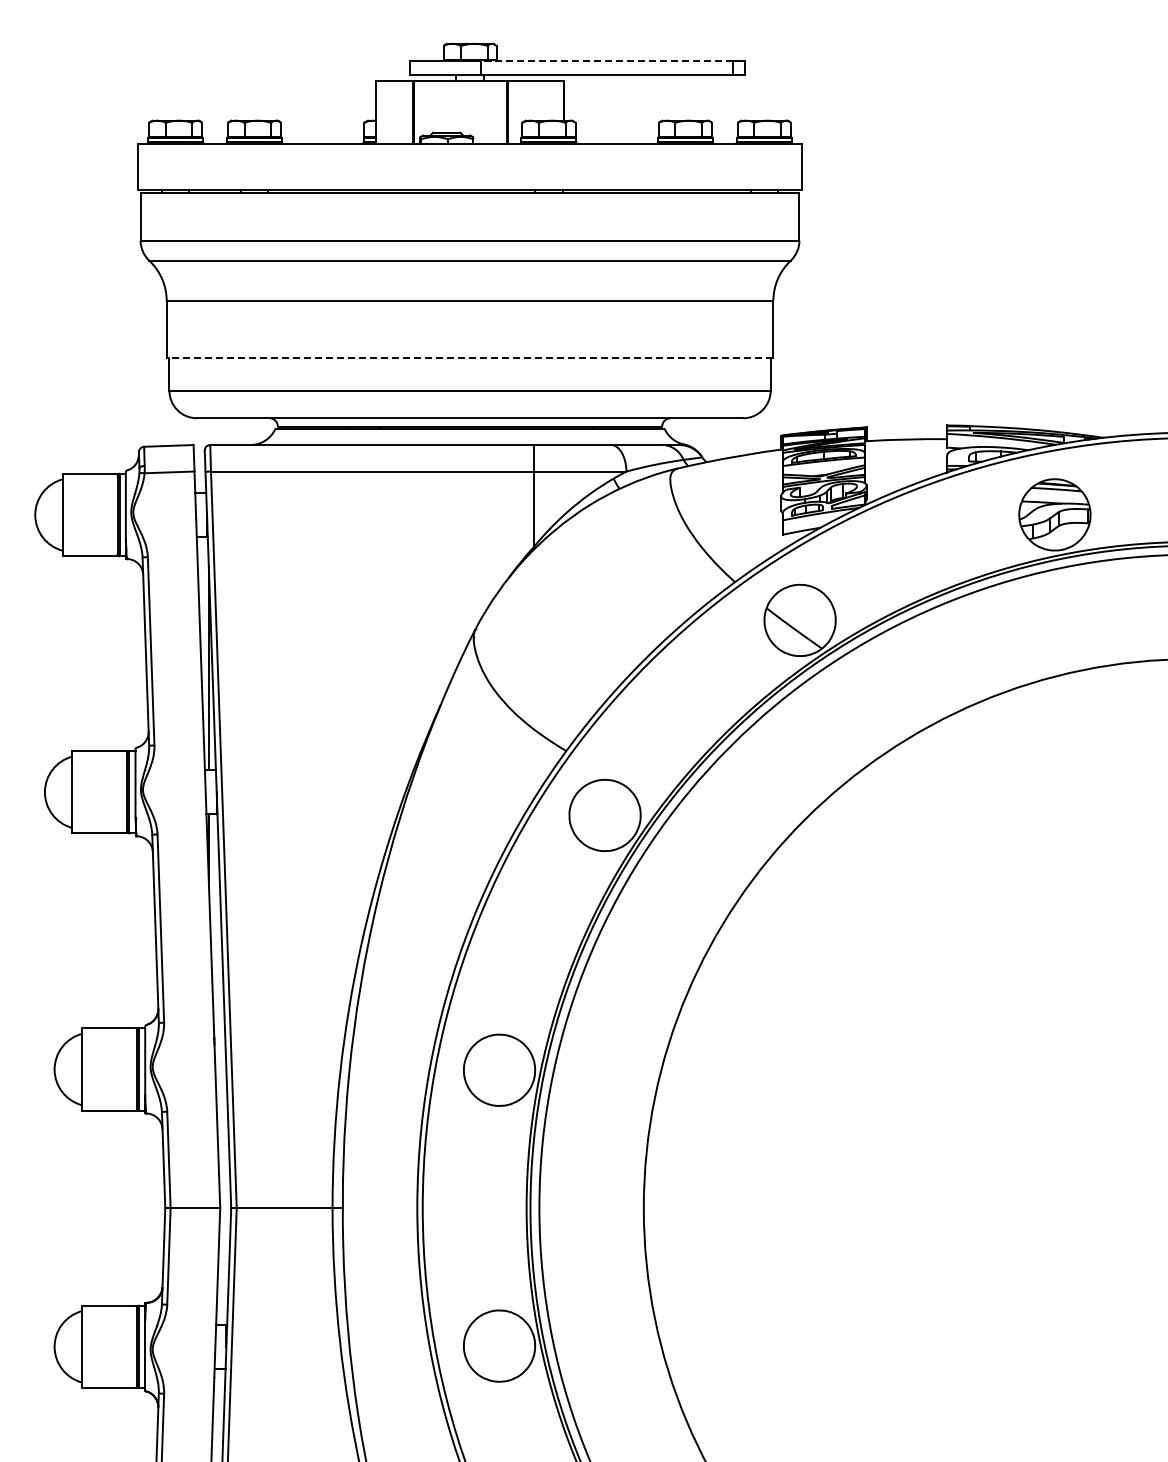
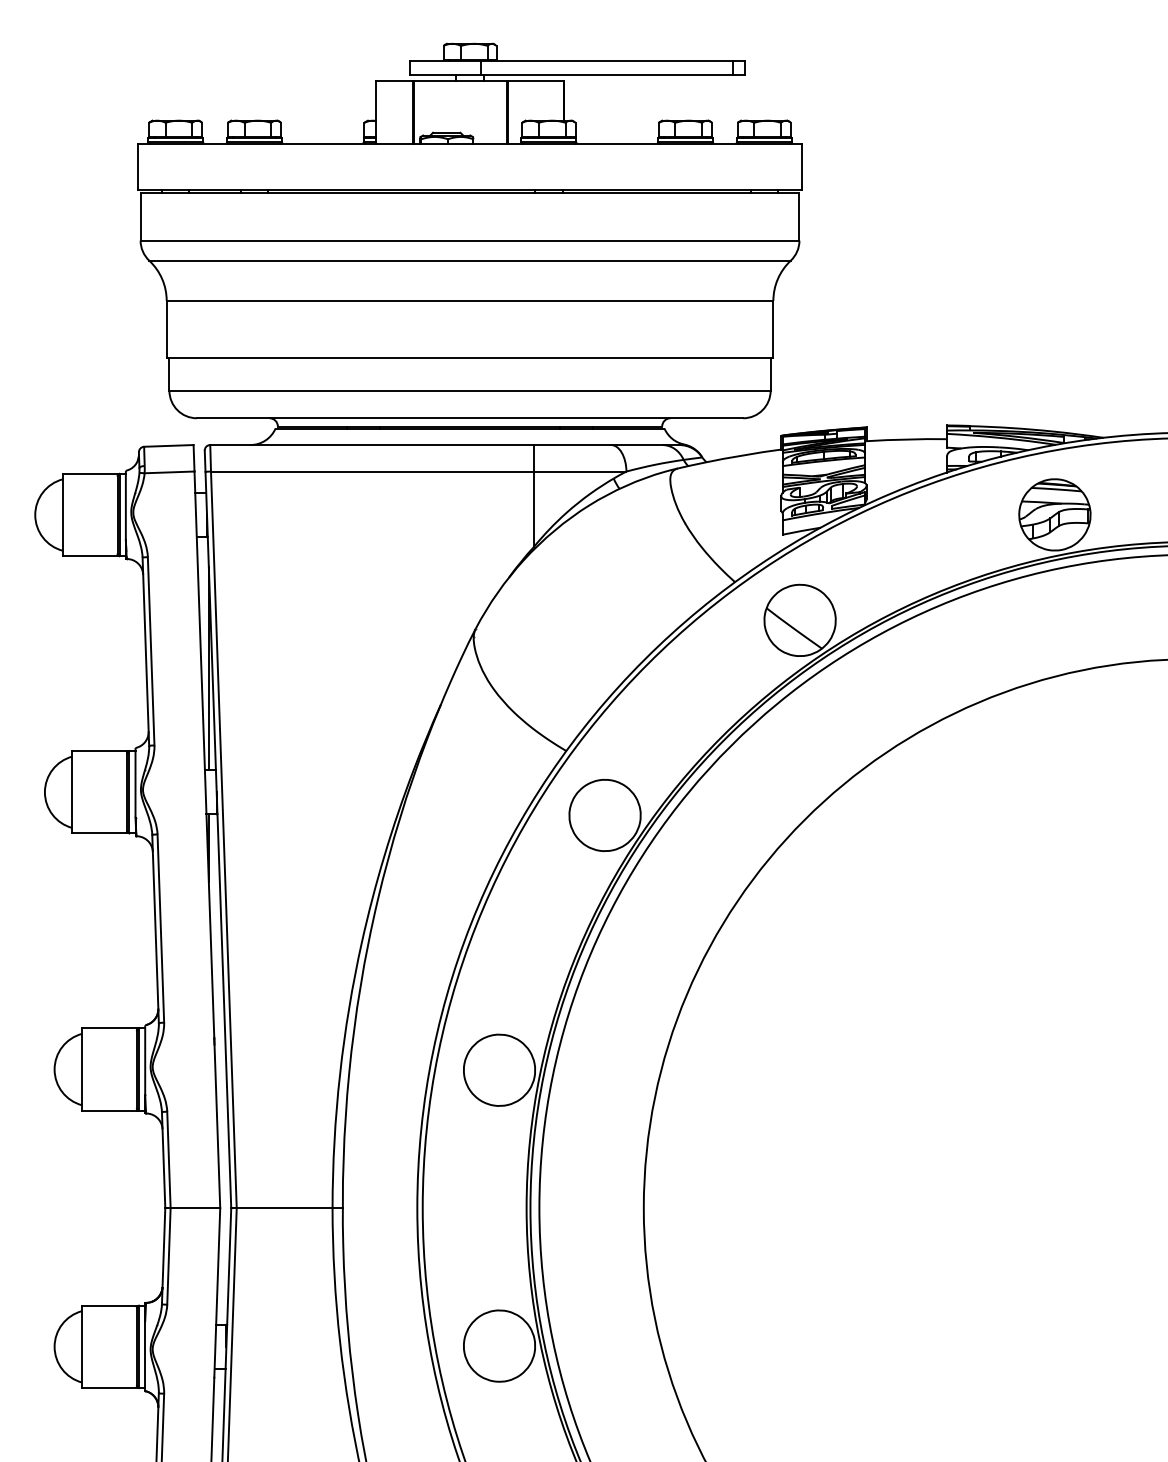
line at (606, 61): dashed -> solid
line at (469, 357): dashed -> solid
